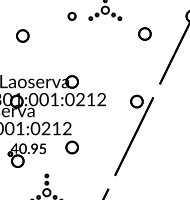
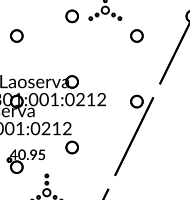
part at (71, 16) size: 10x9 px -> 14x15 px
circle at (144, 33) position: (144, 33) -> (136, 35)
circle at (22, 35) position: (22, 35) -> (16, 35)
part at (26, 155) position: (26, 155) -> (25, 161)
